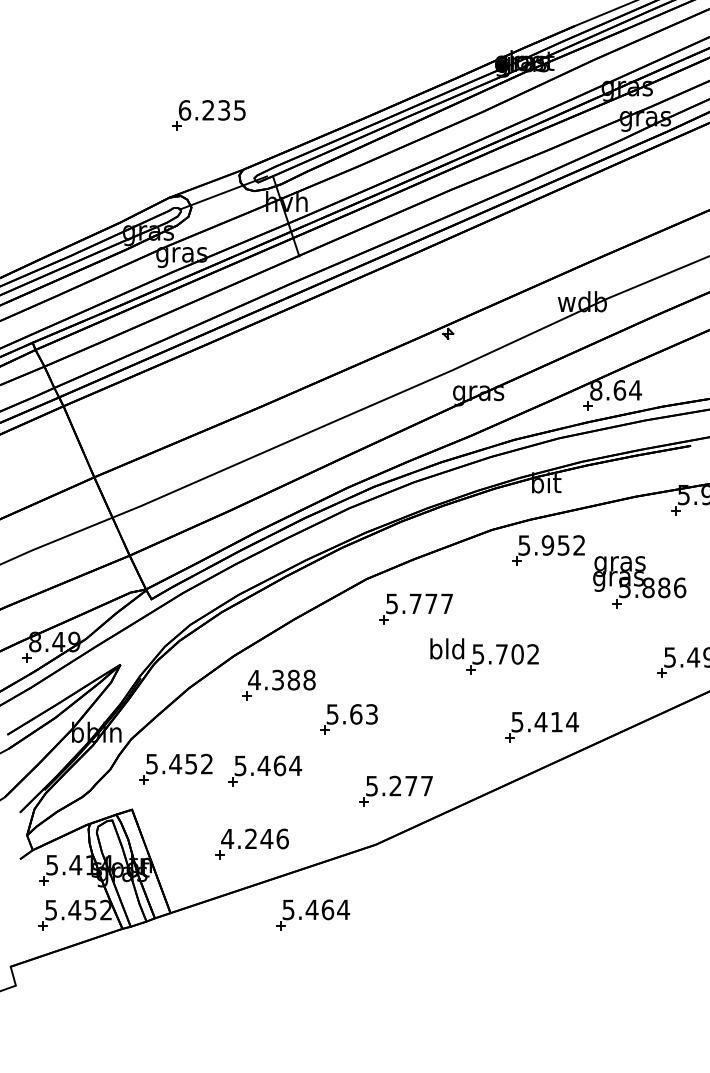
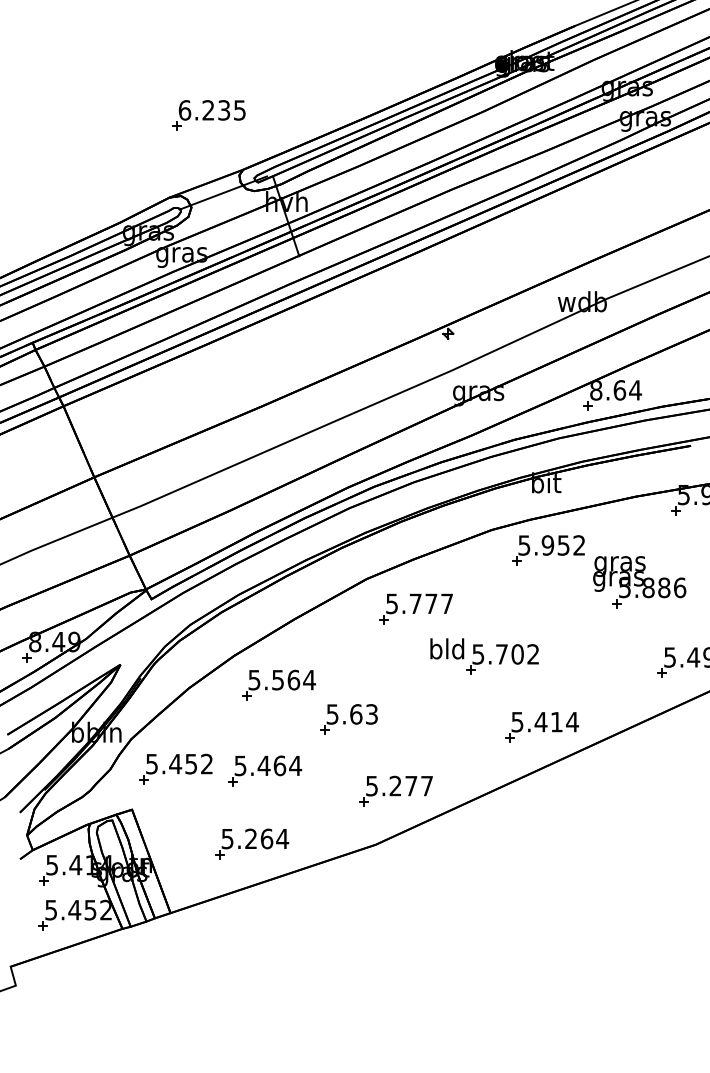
text at (281, 679): 4.388 -> 5.564
text at (255, 838): 4.246 -> 5.264
part at (313, 914): present -> none
